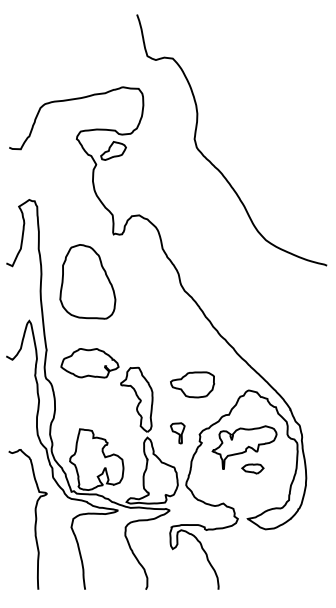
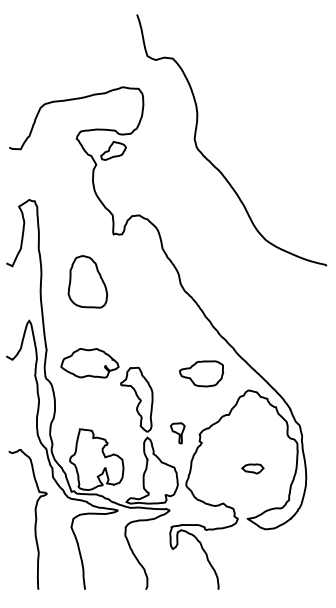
part at (87, 281) size: 58x76 px -> 42x54 px
part at (192, 384) position: (192, 384) -> (201, 373)
part at (244, 447): present -> none
